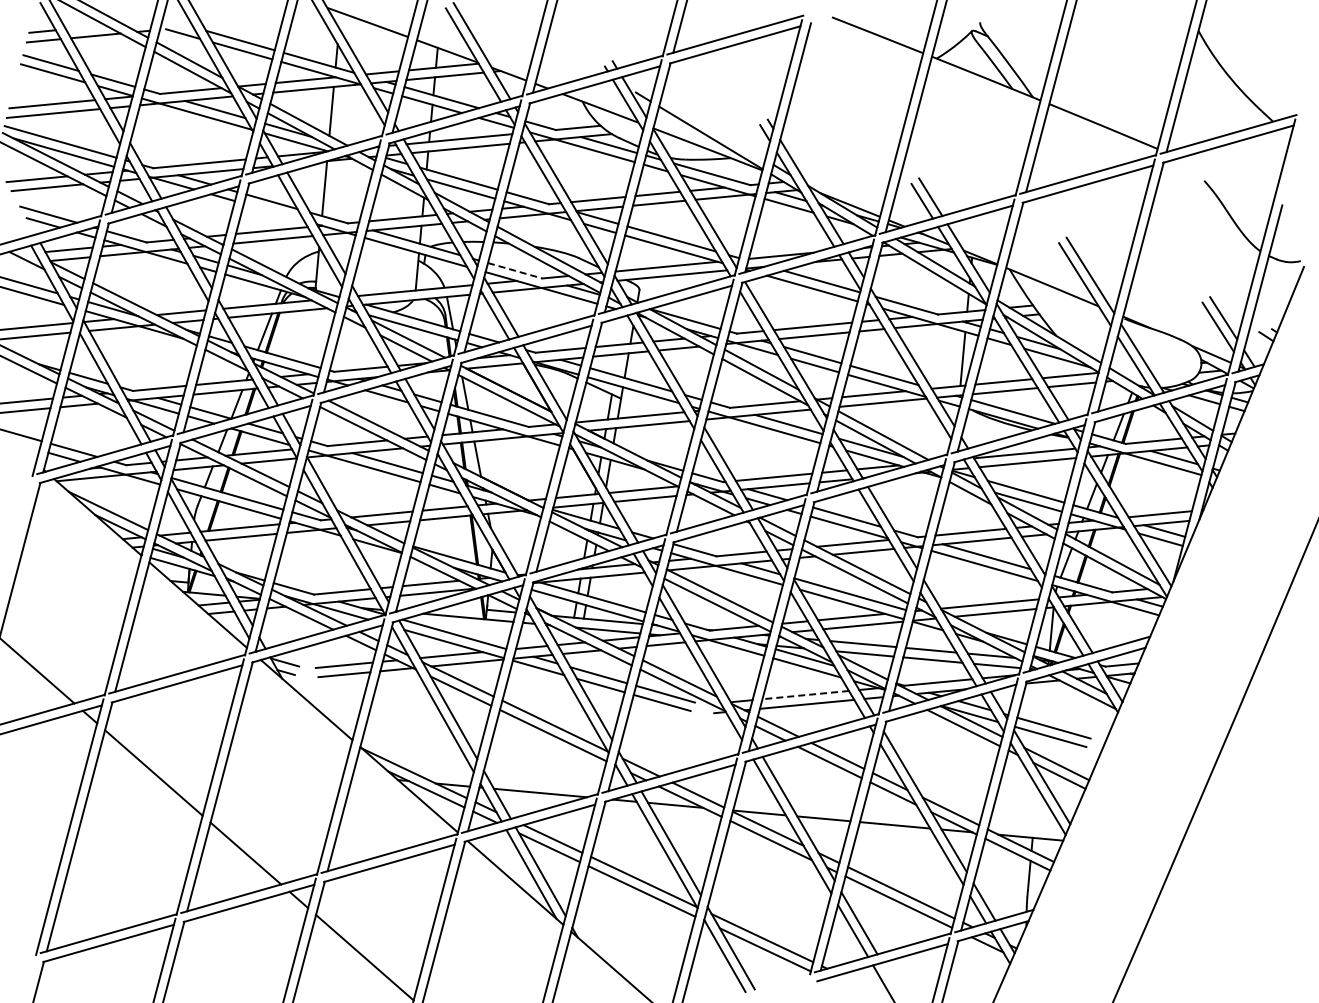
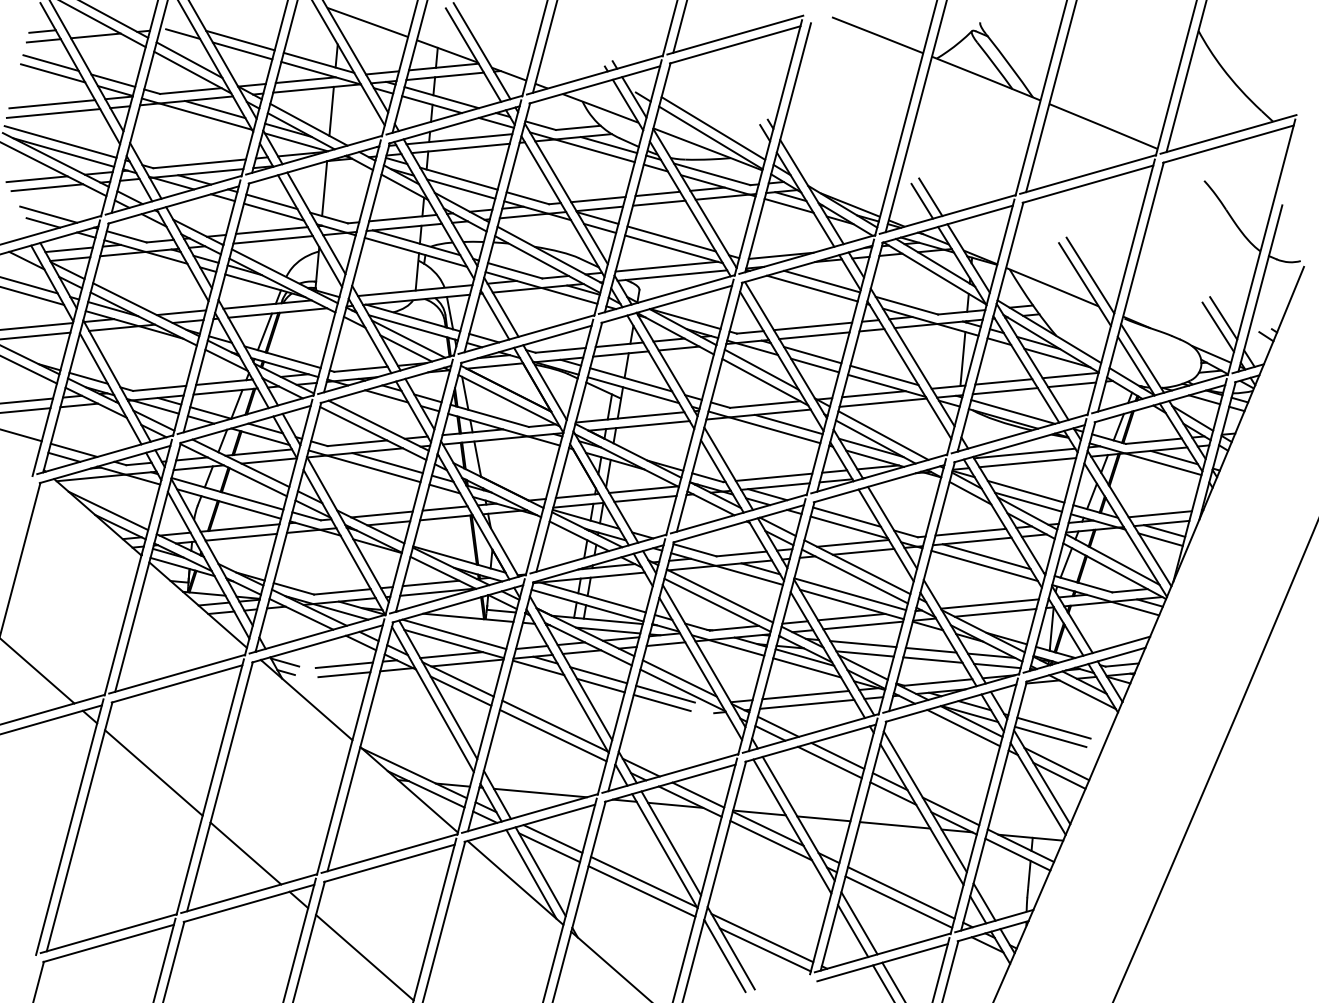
line at (713, 128): none -> present
line at (274, 211): none -> present
line at (515, 270): dashed -> solid
line at (805, 695): dashed -> solid
line at (892, 980): none -> present
